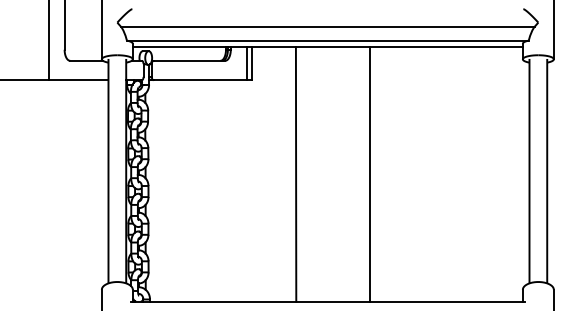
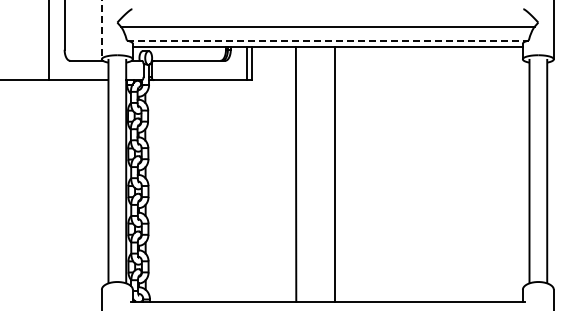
line at (101, 29): solid -> dashed
line at (327, 40): solid -> dashed
line at (370, 174) position: (370, 174) -> (335, 174)
